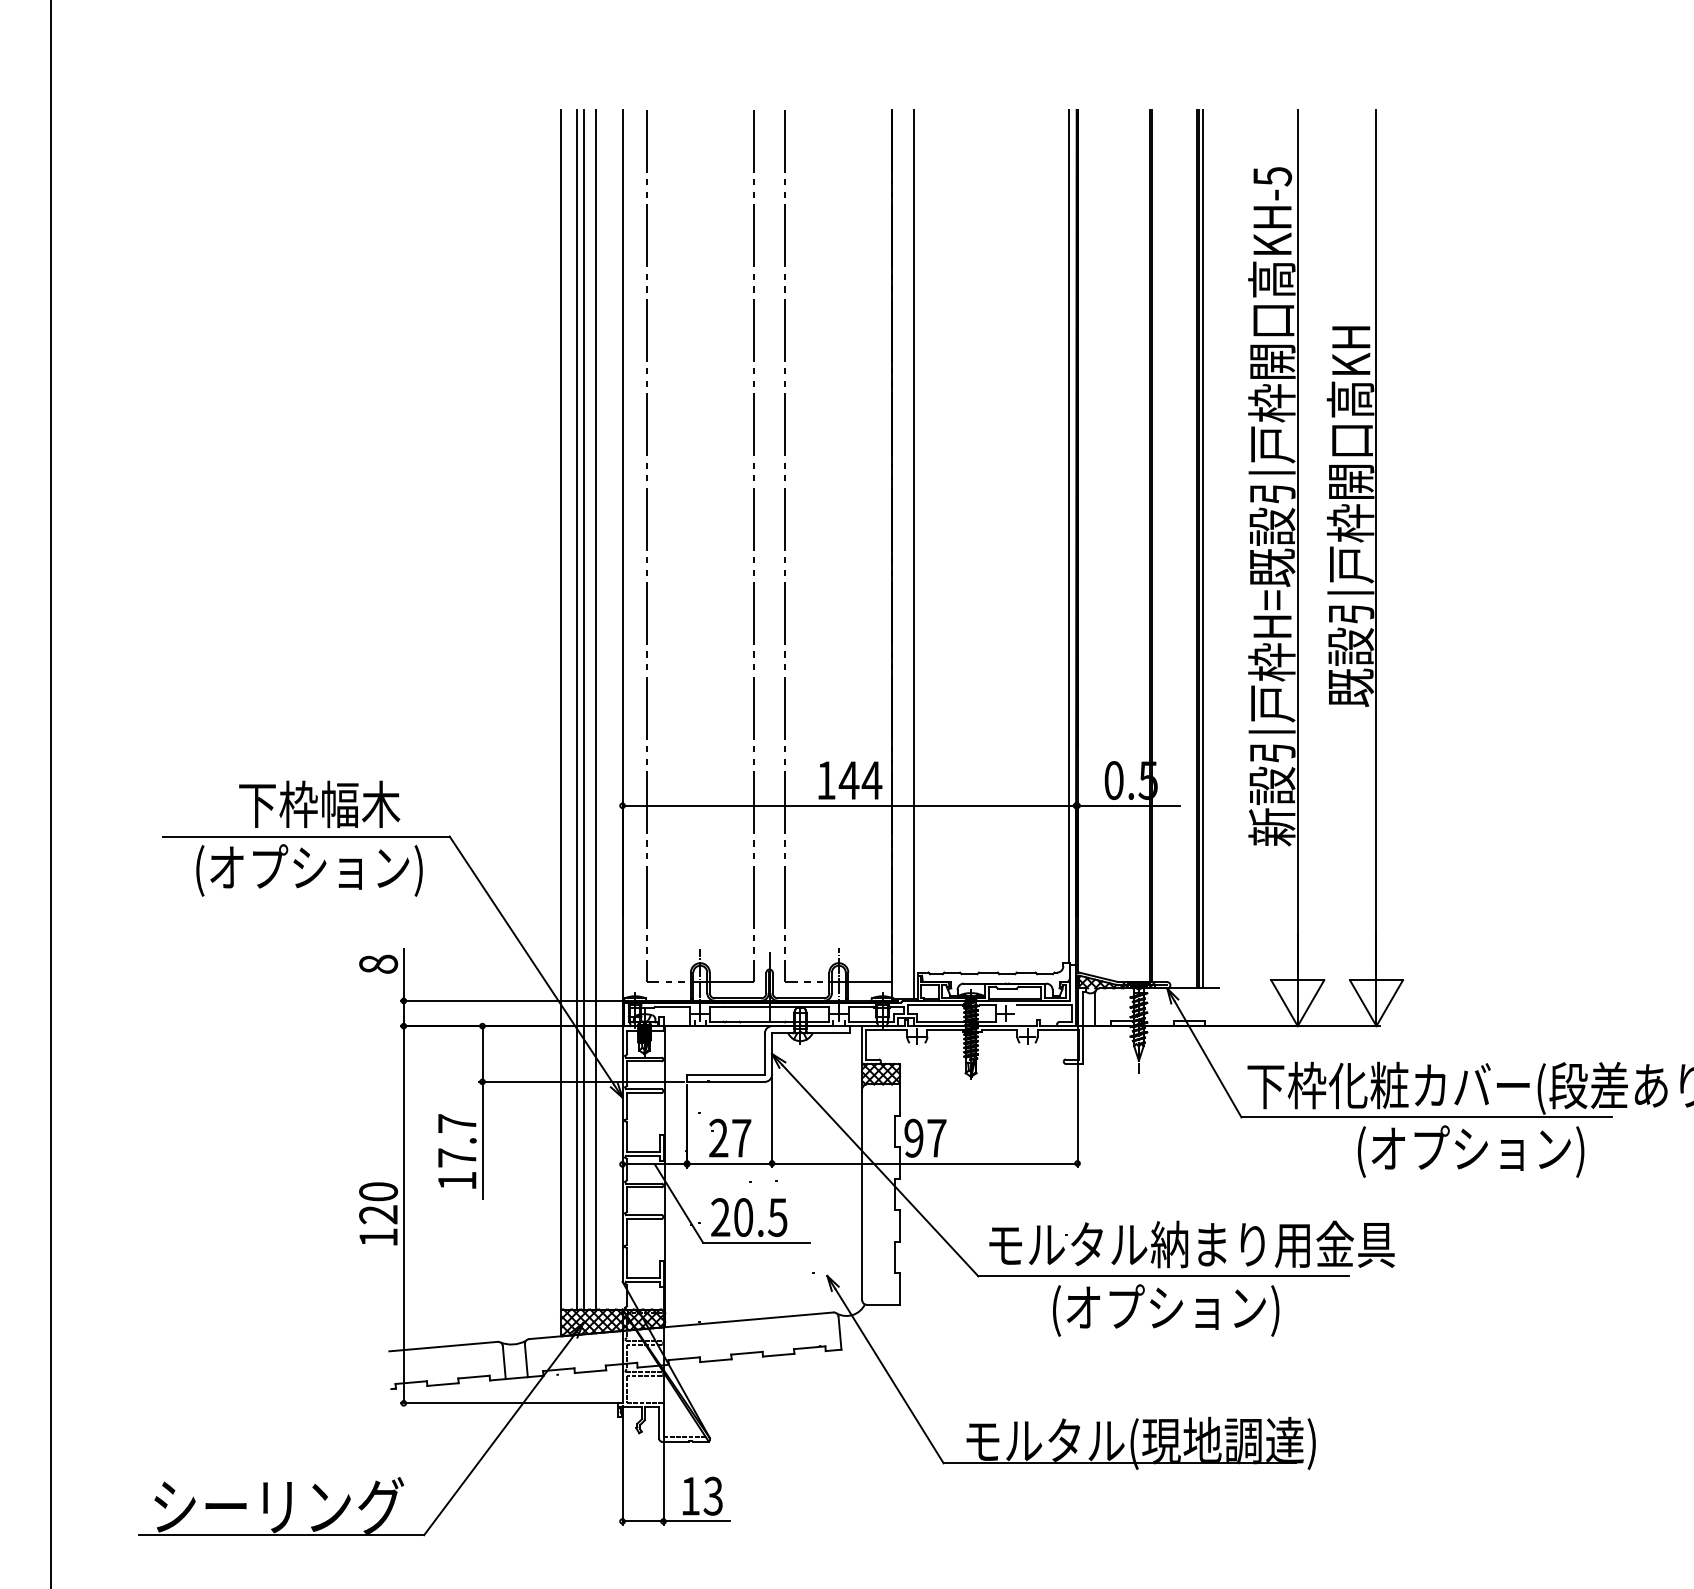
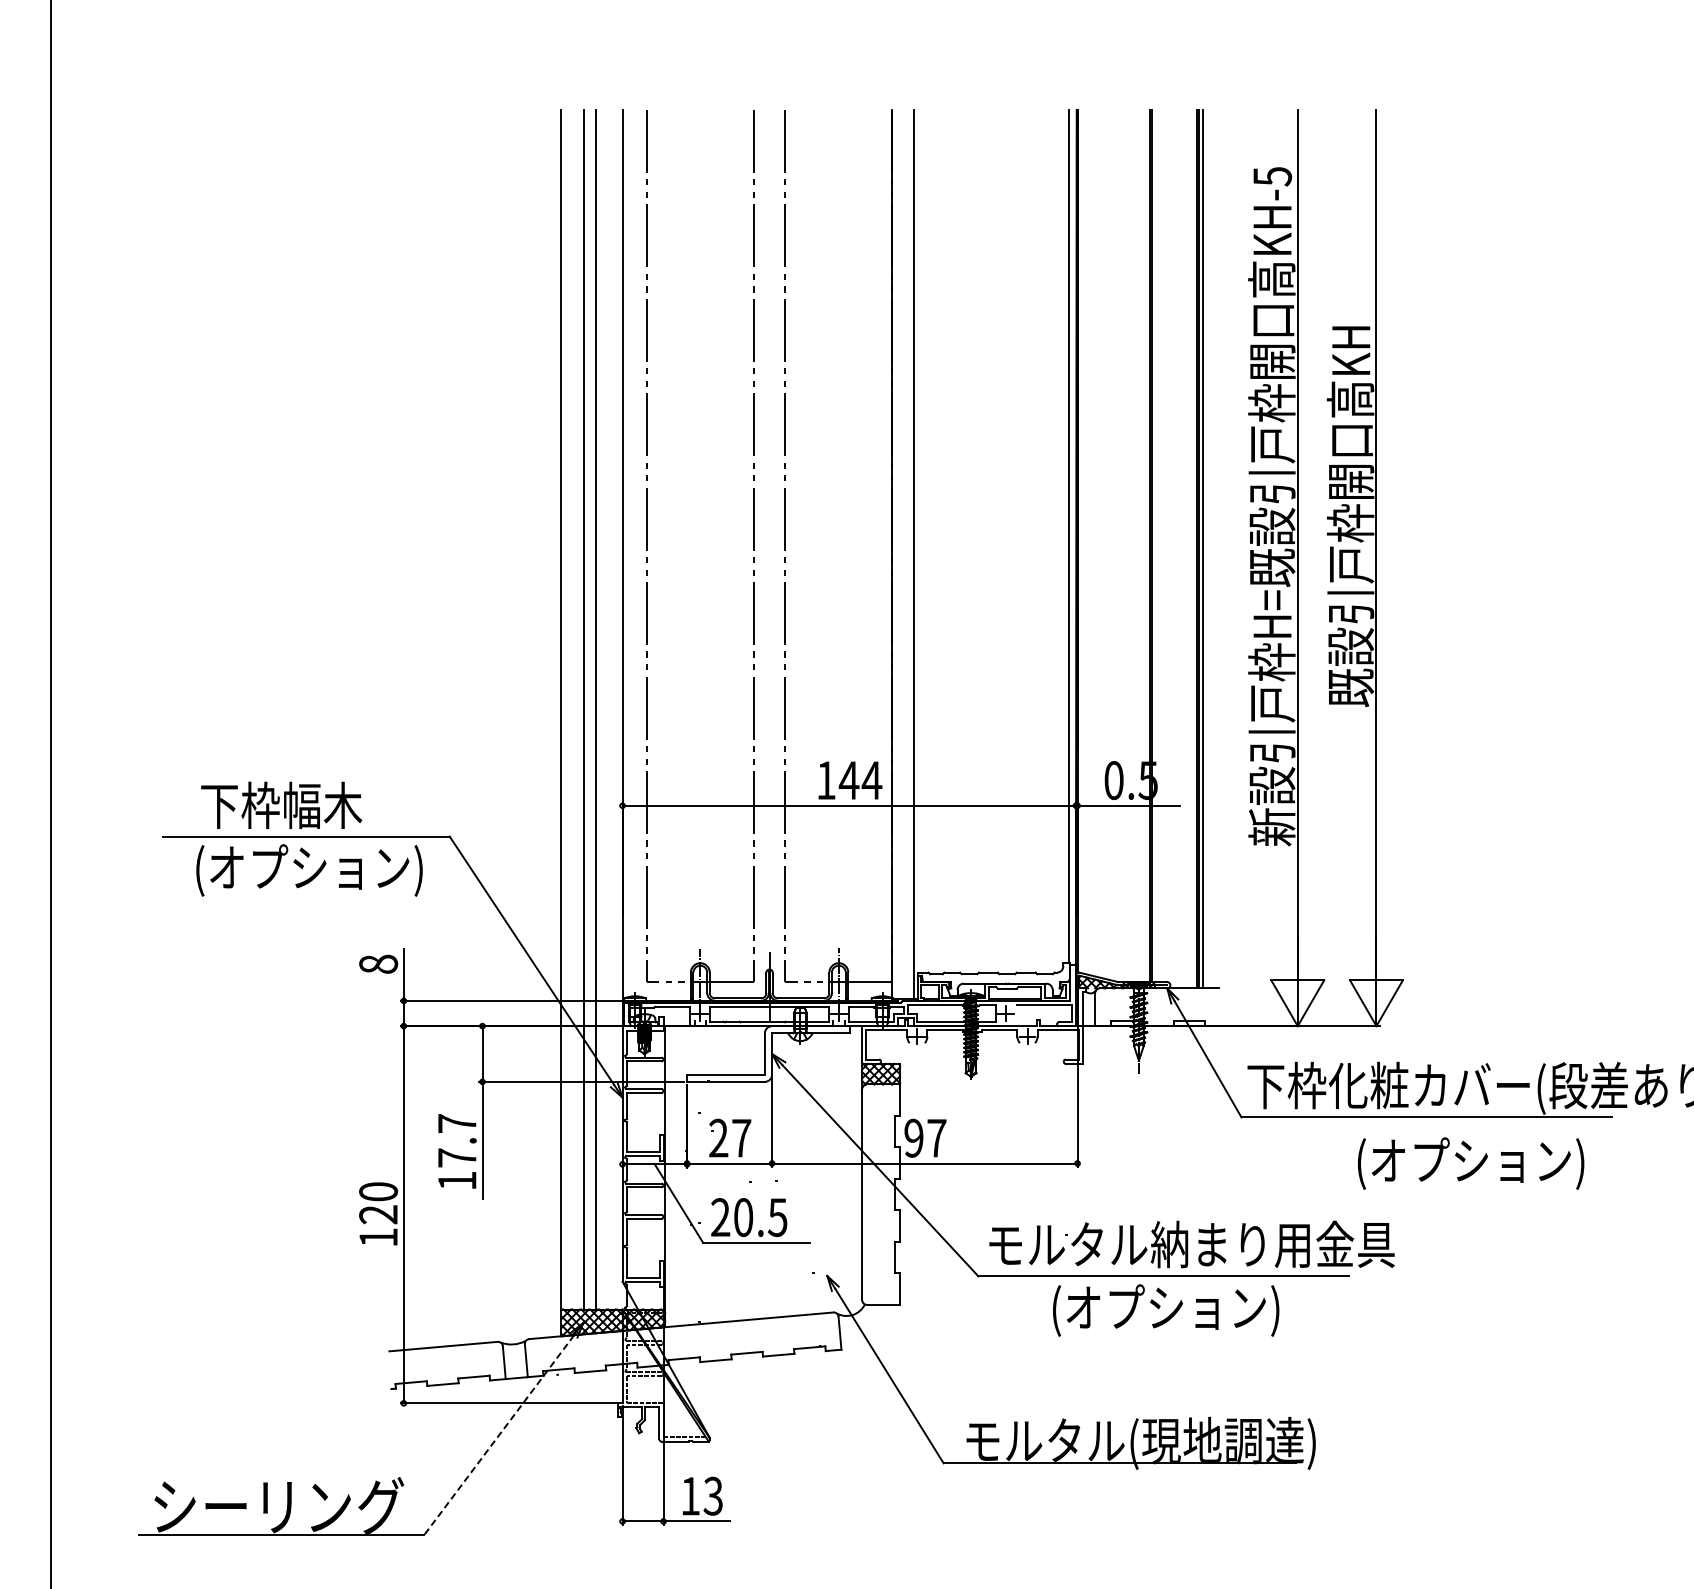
line at (576, 709): present -> none
text at (319, 803) position: (319, 803) -> (281, 804)
text at (1471, 1151) position: (1471, 1151) -> (1471, 1163)
line at (498, 1435): solid -> dashed
